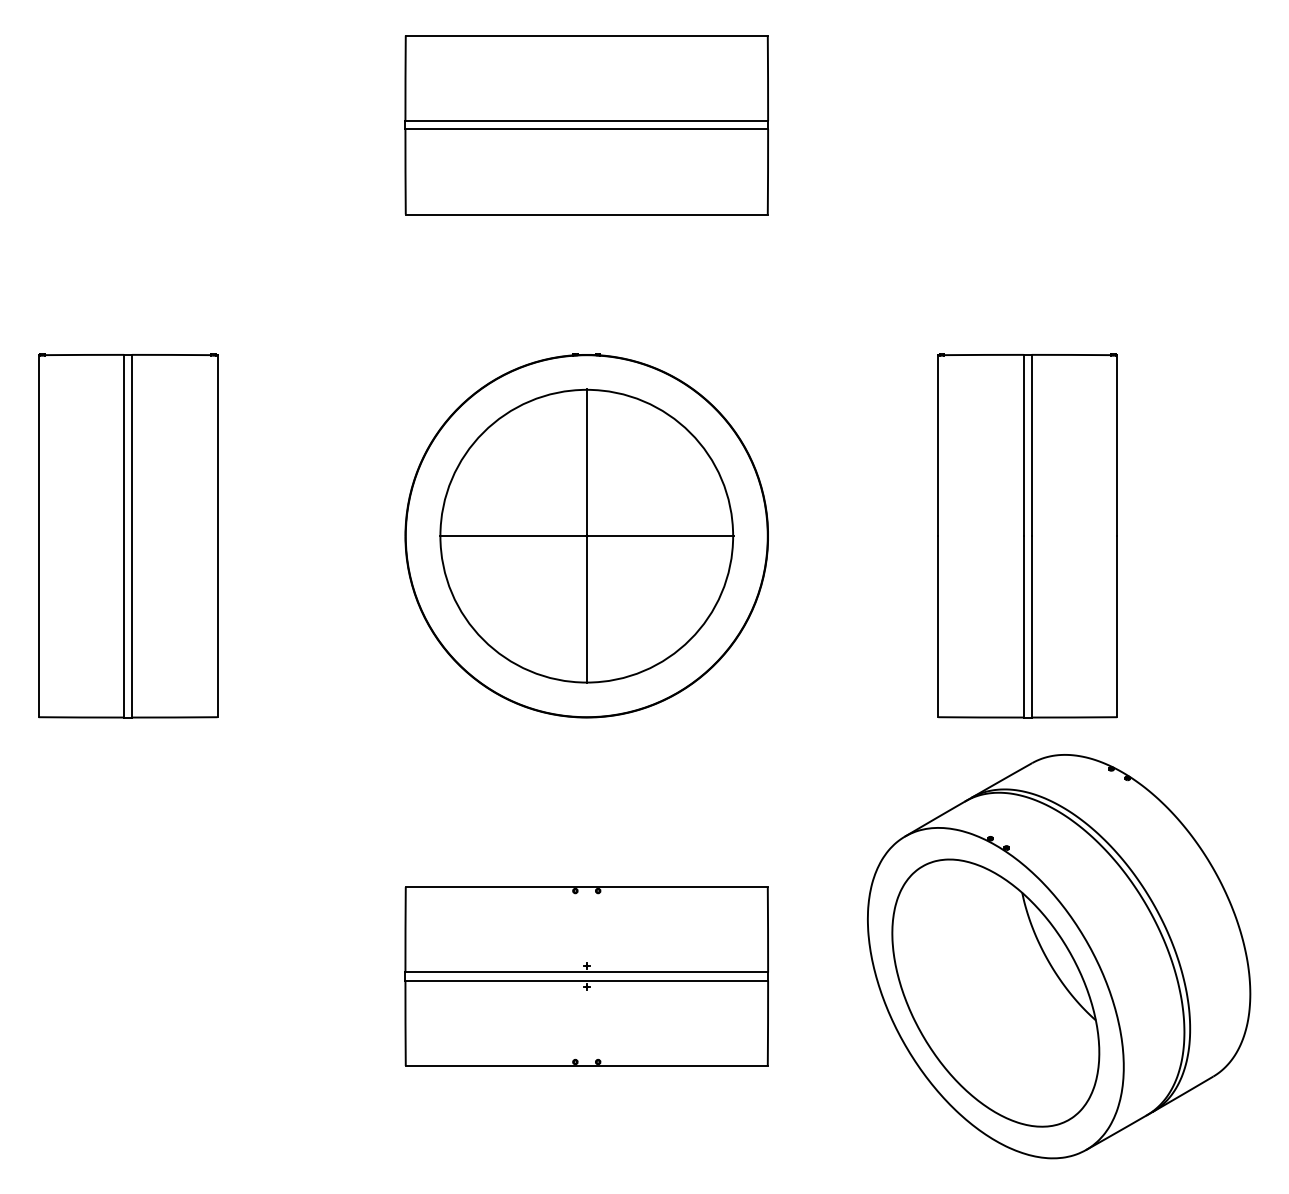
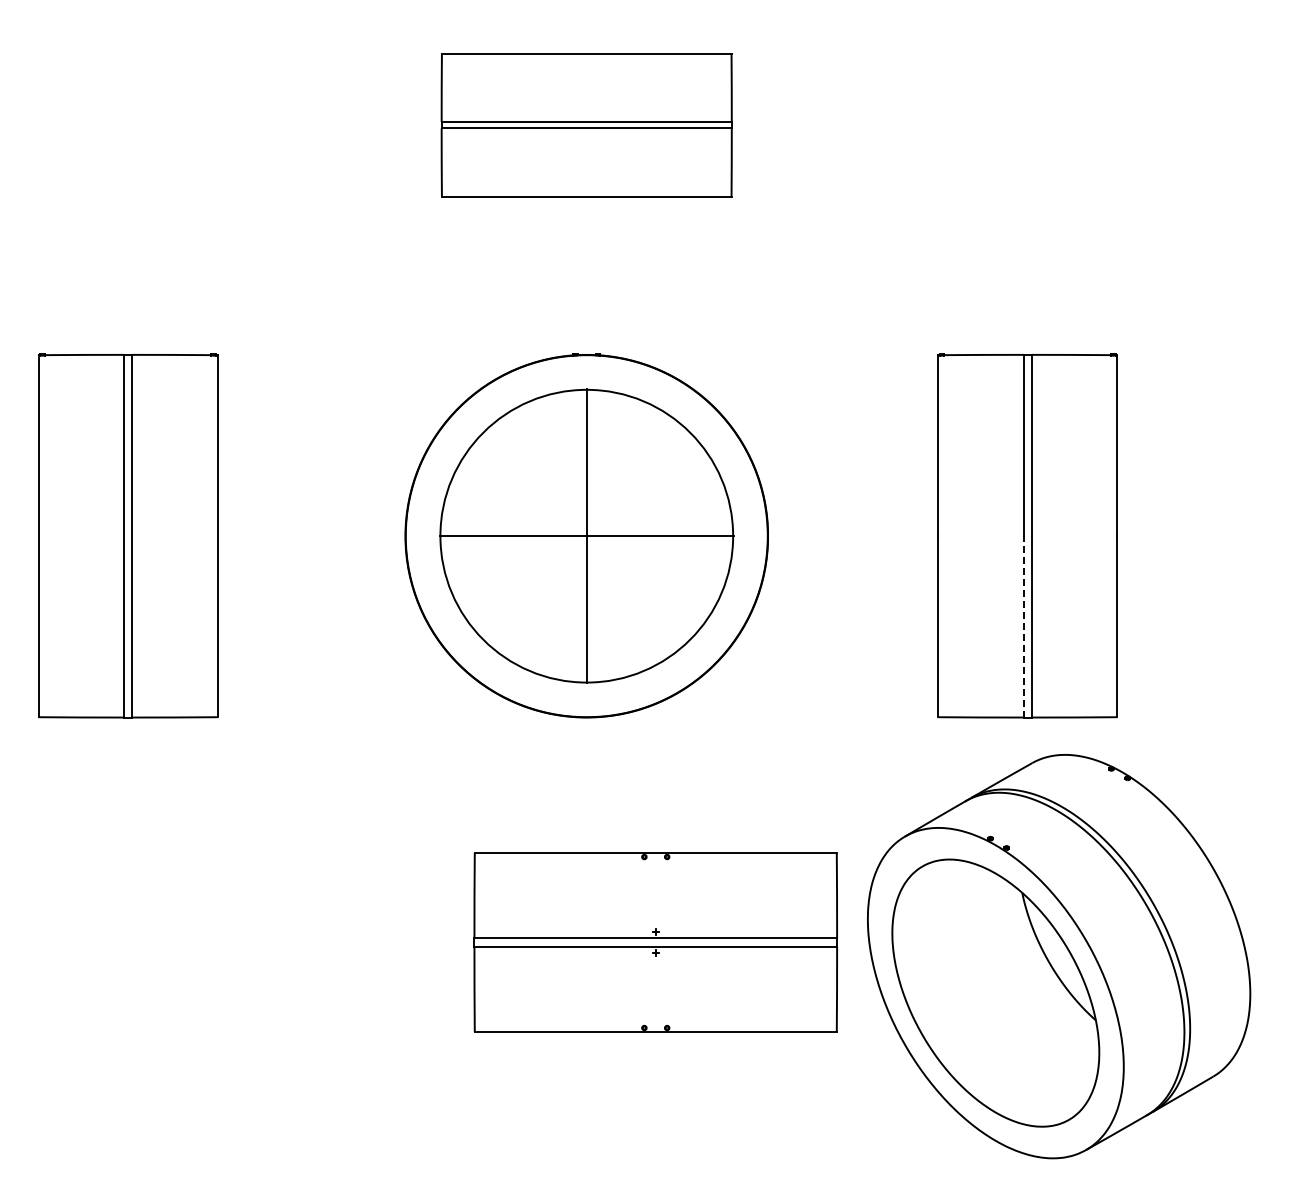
part at (586, 125) size: 365x181 px -> 293x145 px
line at (1023, 626): solid -> dashed
part at (586, 976) position: (586, 976) -> (655, 942)
